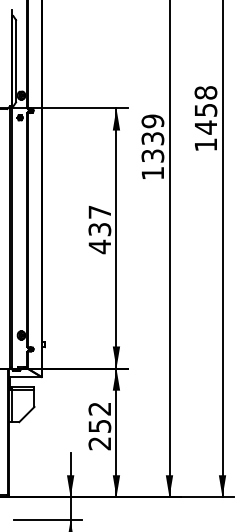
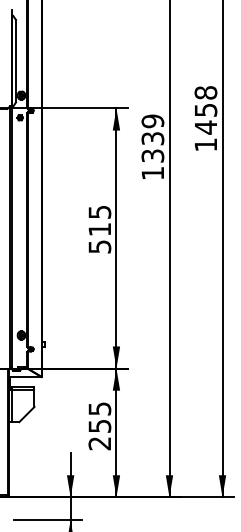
text at (99, 229): 437 -> 515
text at (99, 408): 252 -> 255
